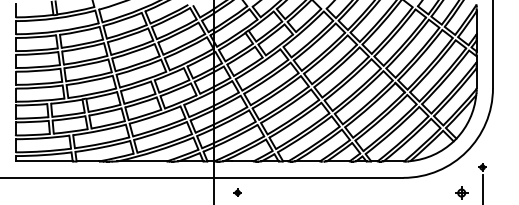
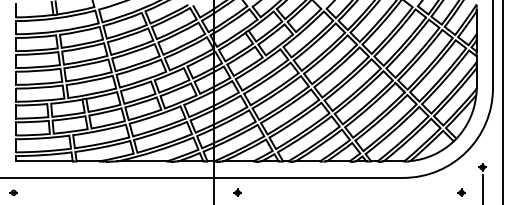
line at (503, 101): none -> present
part at (13, 192): none -> present
part at (461, 192) size: 14x14 px -> 9x9 px
